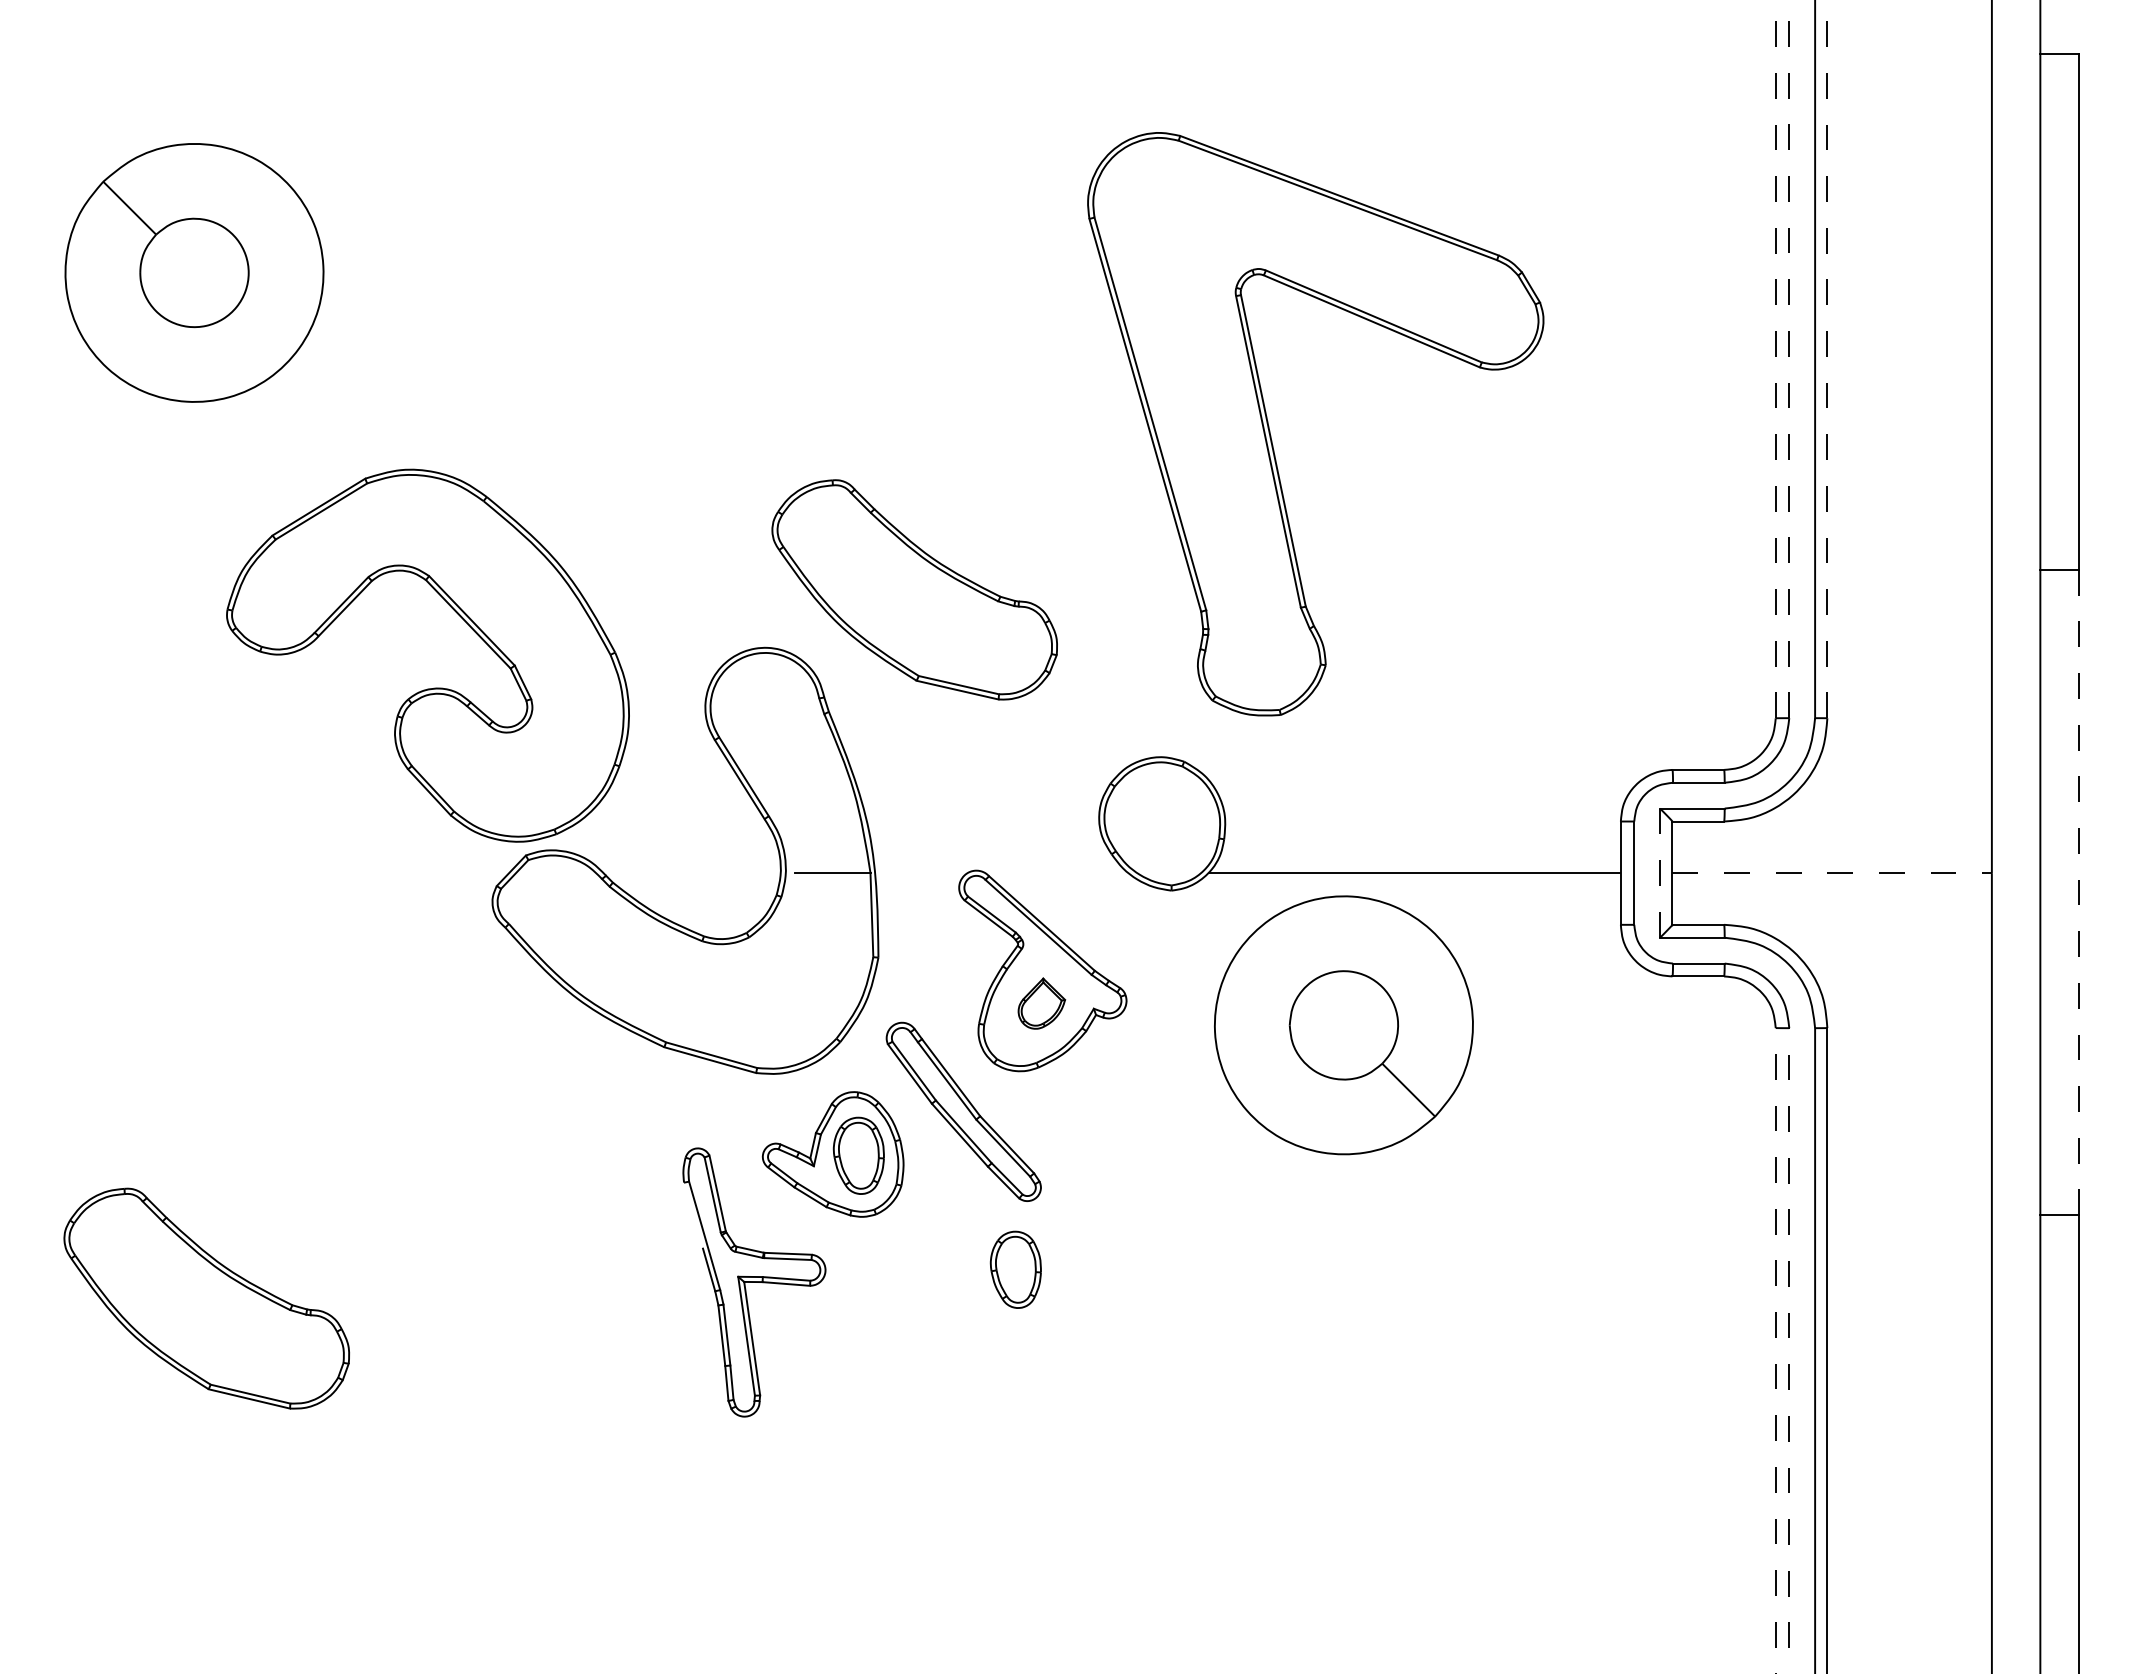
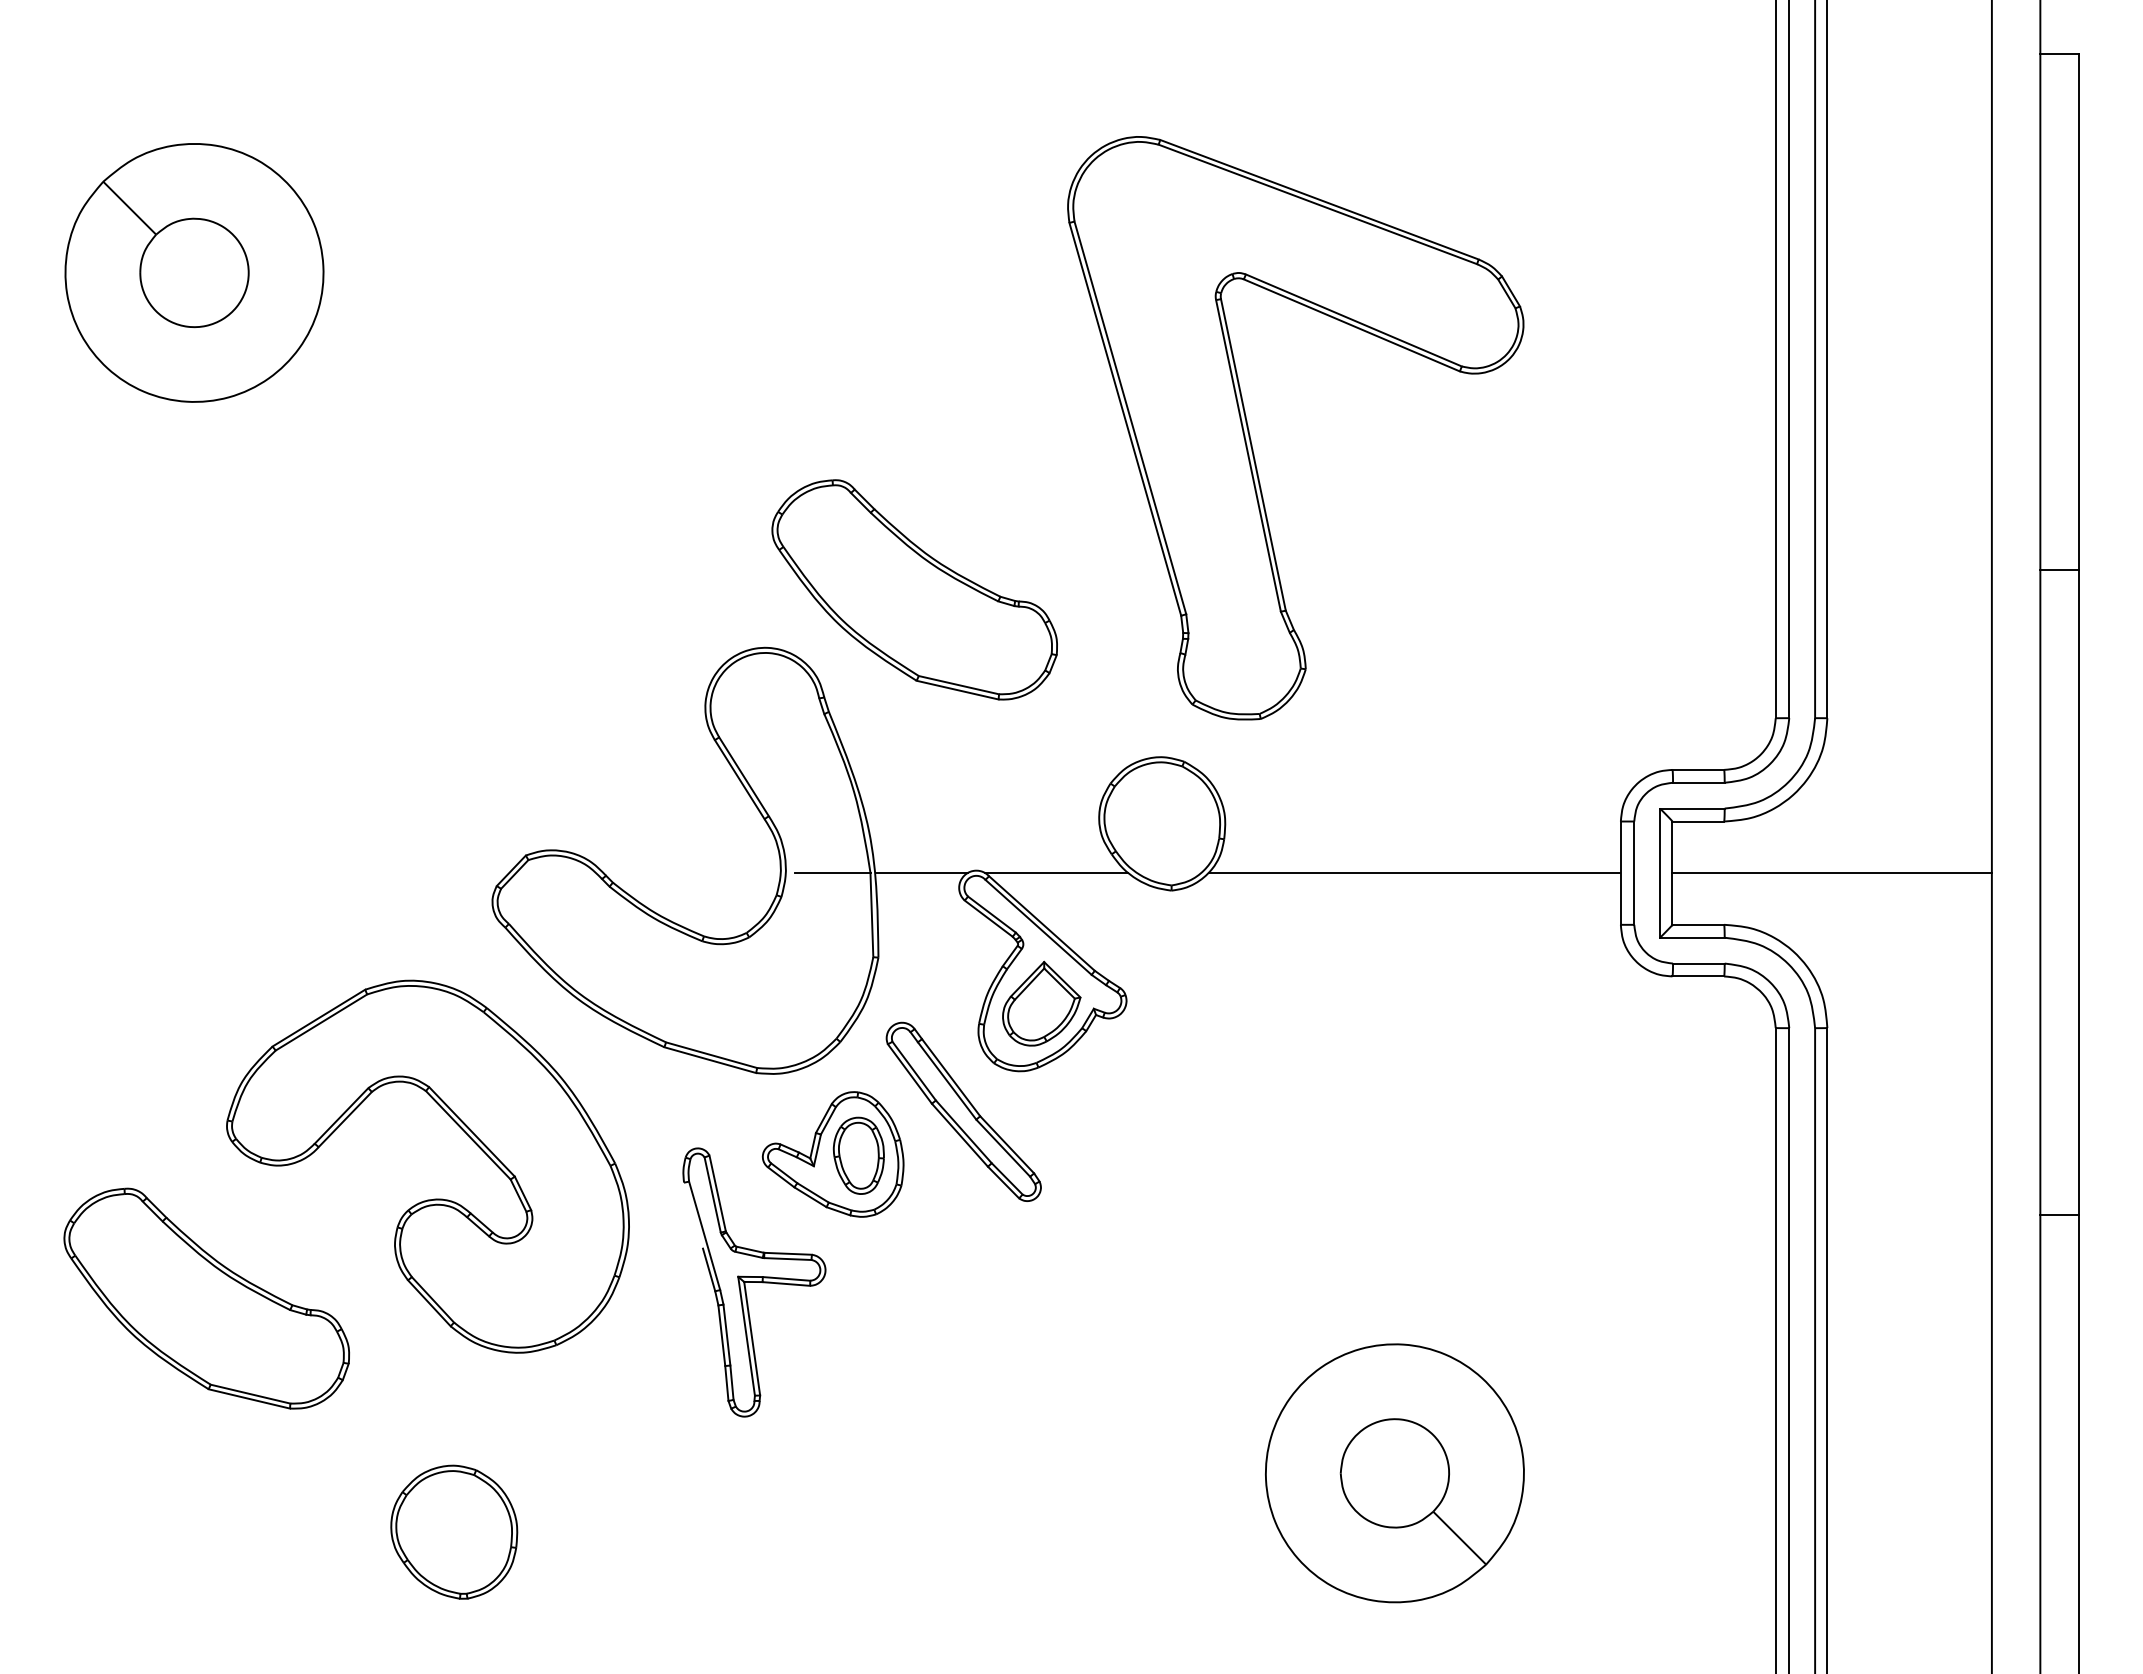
line at (1775, 359): dashed -> solid
line at (1789, 359): dashed -> solid
line at (1827, 359): dashed -> solid
part at (1271, 435) position: (1271, 435) -> (1251, 439)
part at (434, 687) position: (434, 687) -> (434, 1198)
line at (921, 873): none -> present
line at (1056, 873): none -> present
line at (1660, 873): dashed -> solid
line at (1832, 873): dashed -> solid
line at (2078, 892): dashed -> solid
part at (1041, 1003) size: 50x53 px -> 80x87 px
part at (1343, 1025) position: (1343, 1025) -> (1394, 1473)
part at (1015, 1269): present -> none
line at (1775, 1350): dashed -> solid
line at (1789, 1350): dashed -> solid
part at (454, 1531): none -> present
